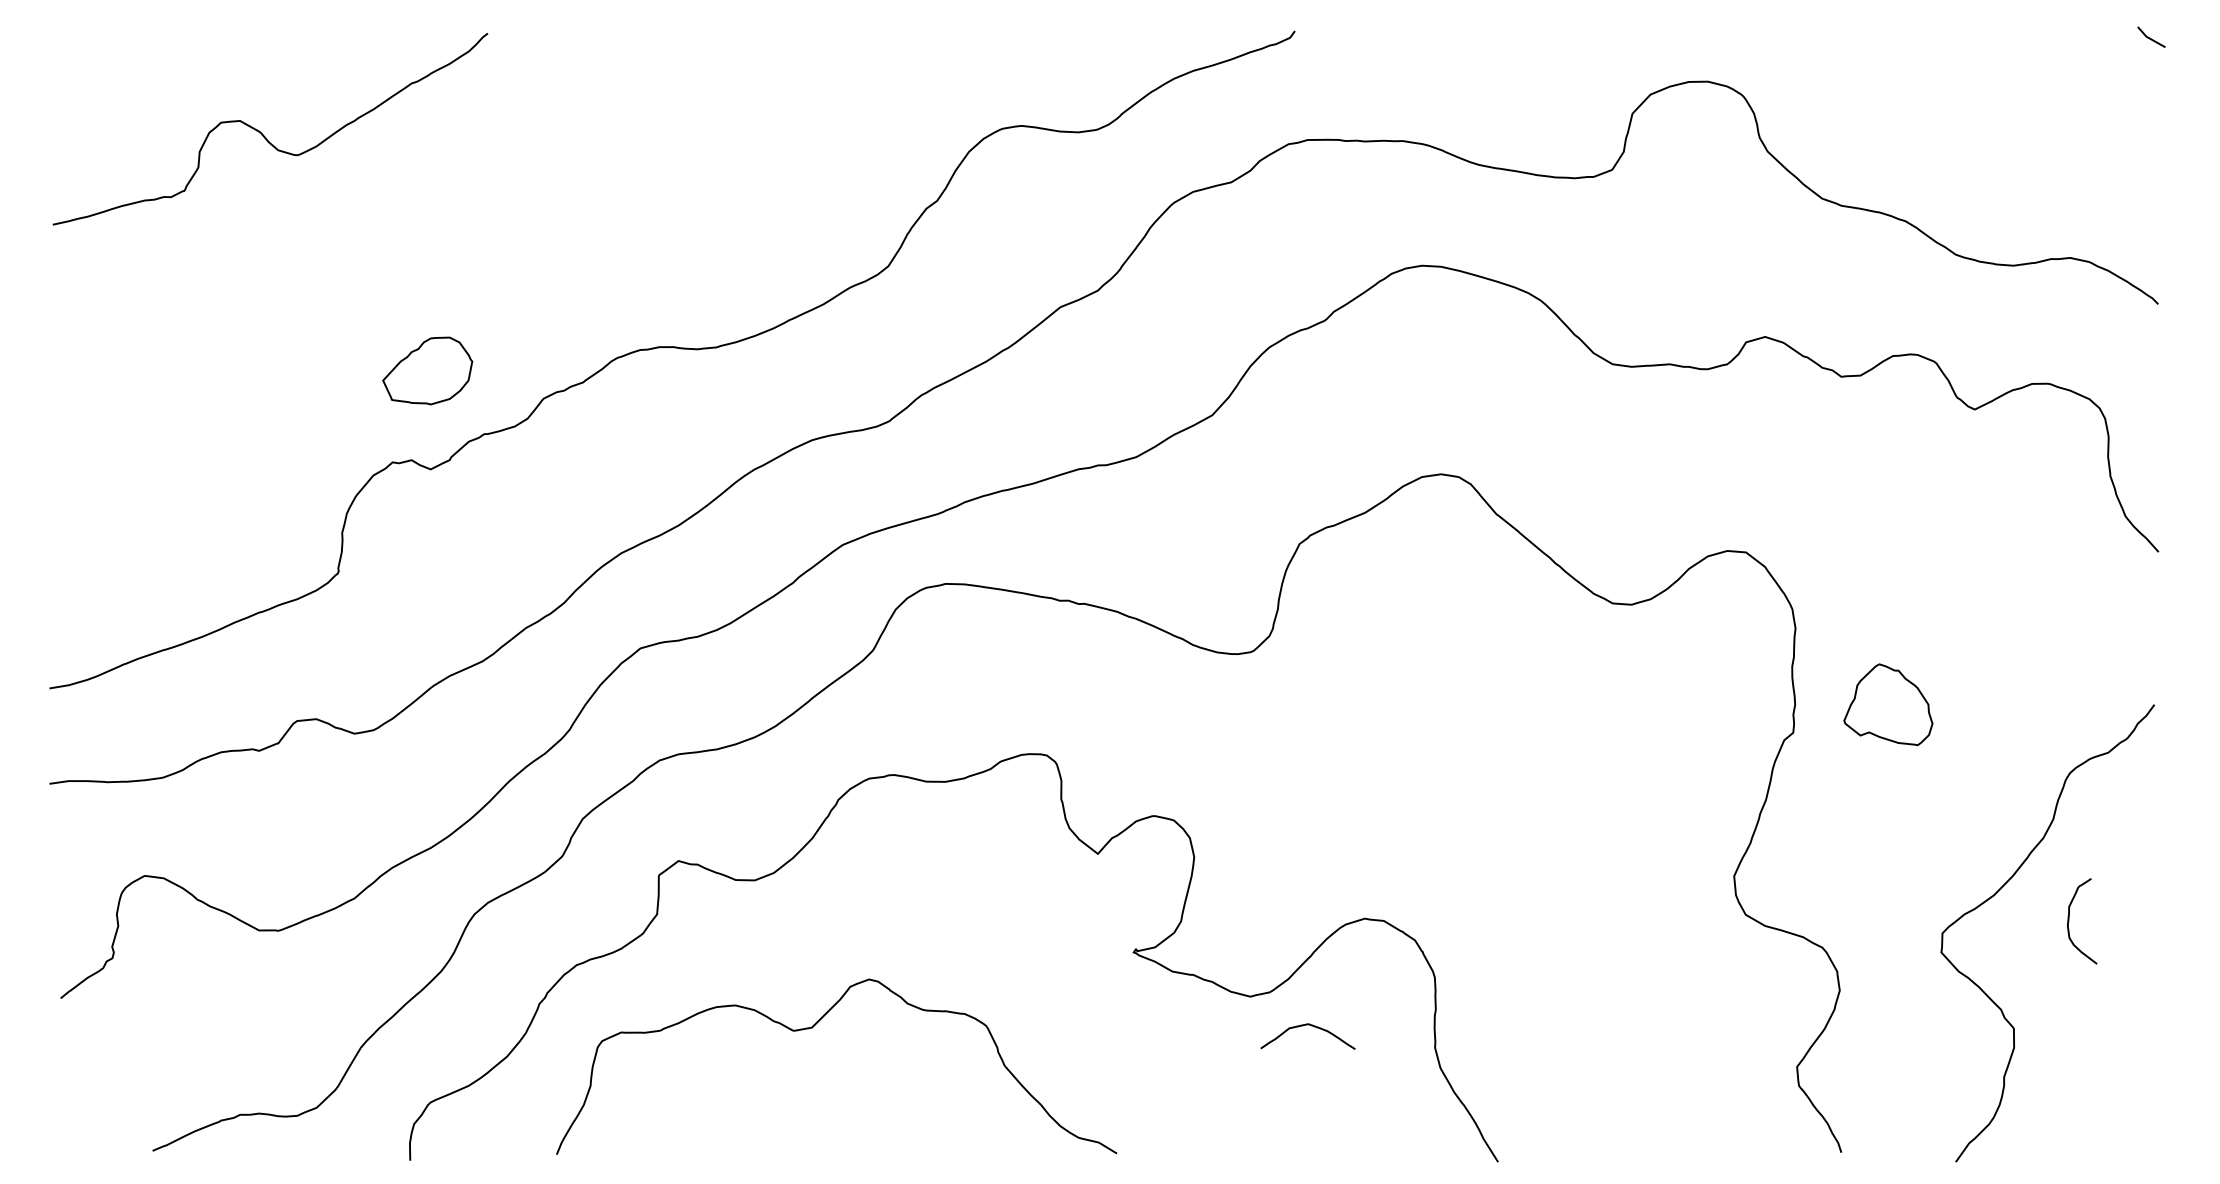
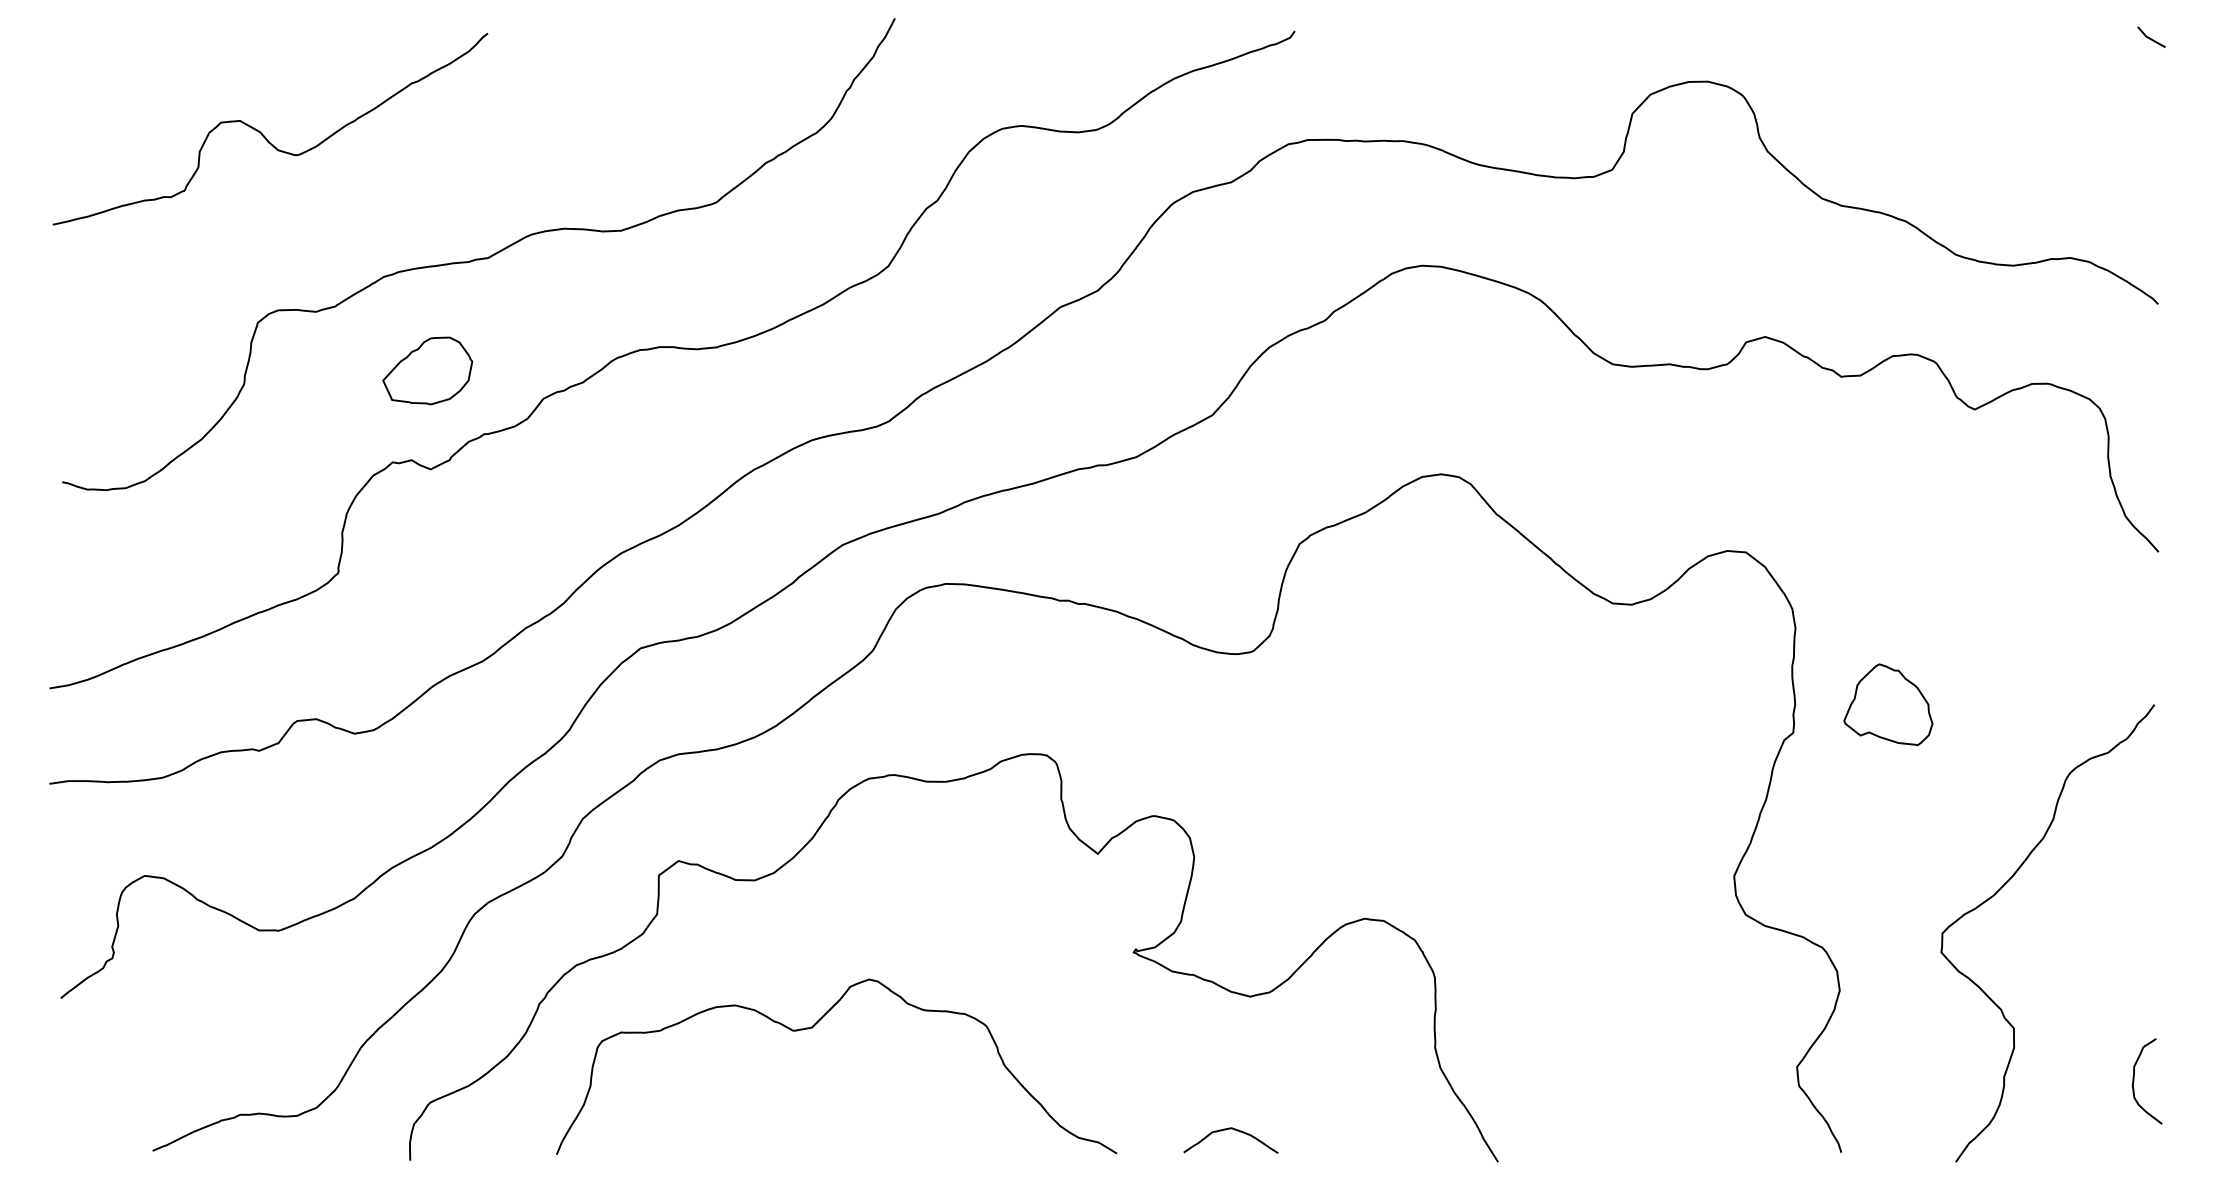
curve at (478, 258): none -> present
curve at (2069, 921) position: (2069, 921) -> (2134, 1081)
curve at (1303, 1026) position: (1303, 1026) -> (1226, 1130)
